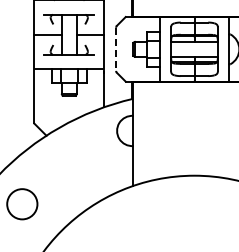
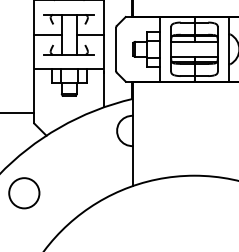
line at (116, 49): dashed -> solid
line at (18, 113): none -> present
circle at (22, 204) position: (22, 204) -> (24, 193)
